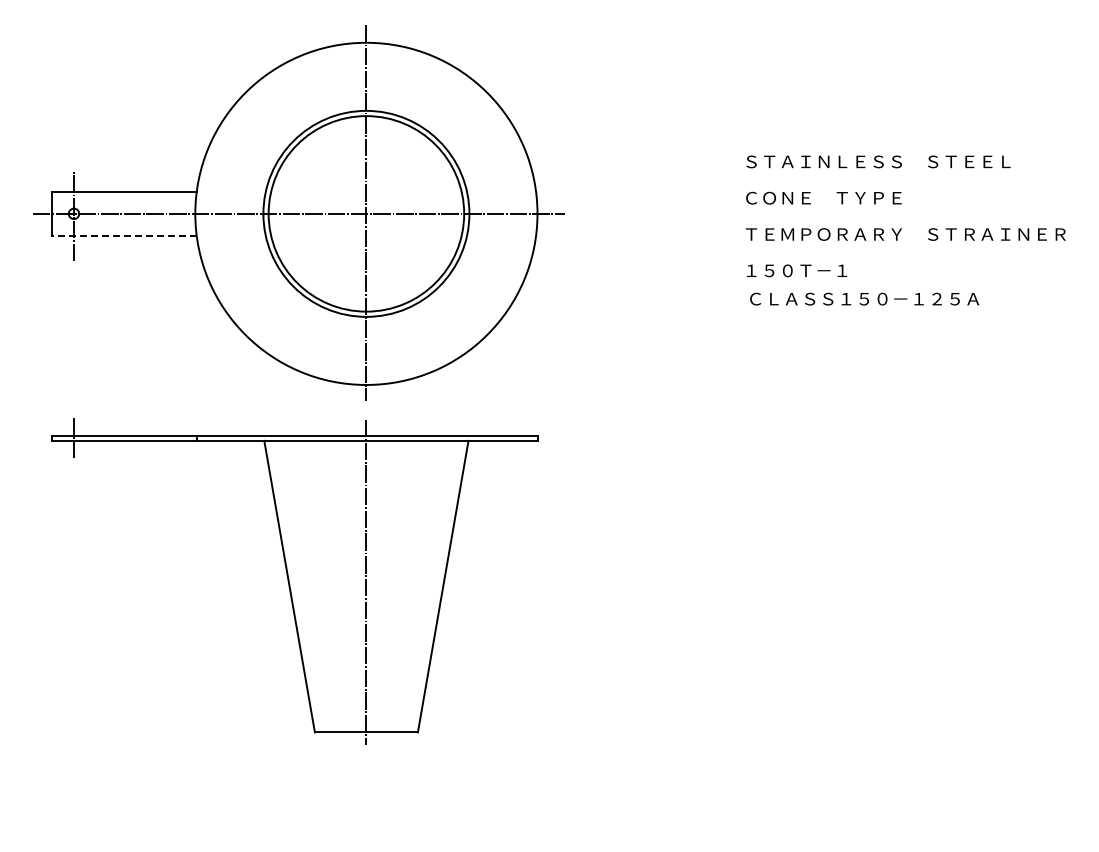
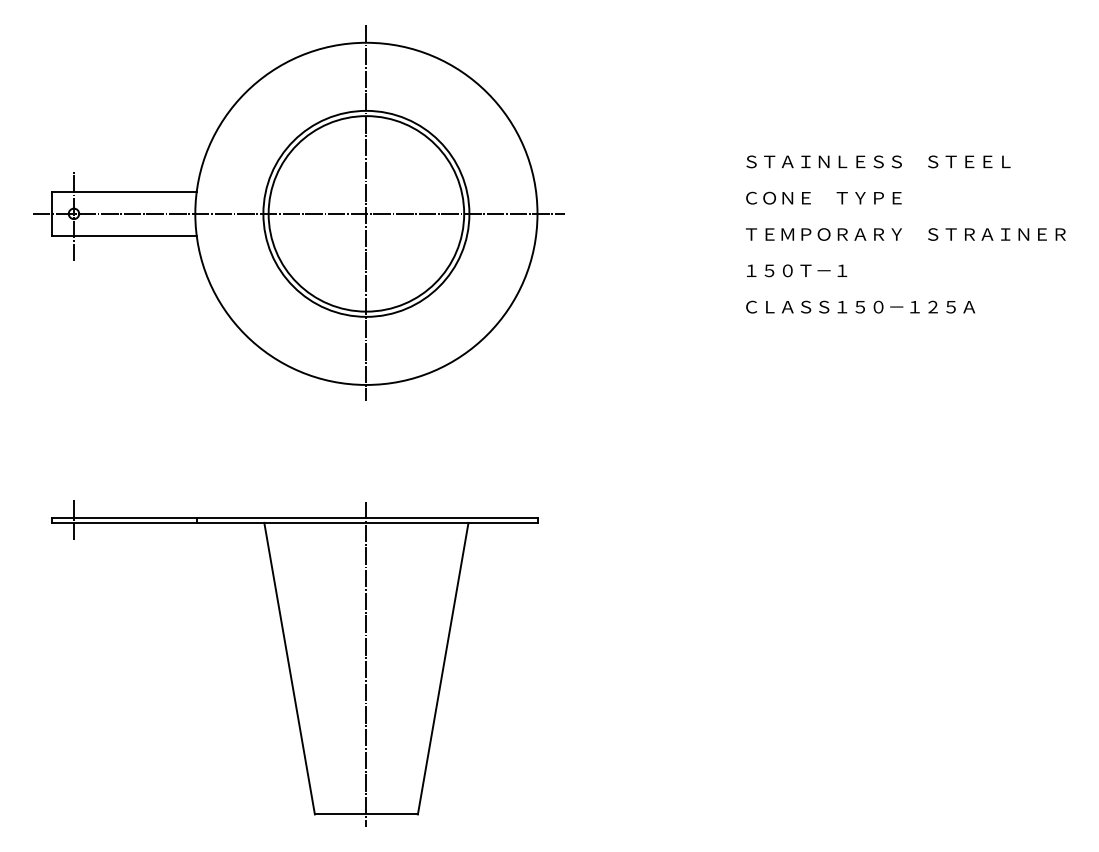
line at (123, 235): dashed -> solid
text at (864, 298) position: (864, 298) -> (860, 306)
part at (294, 581) position: (294, 581) -> (294, 663)
